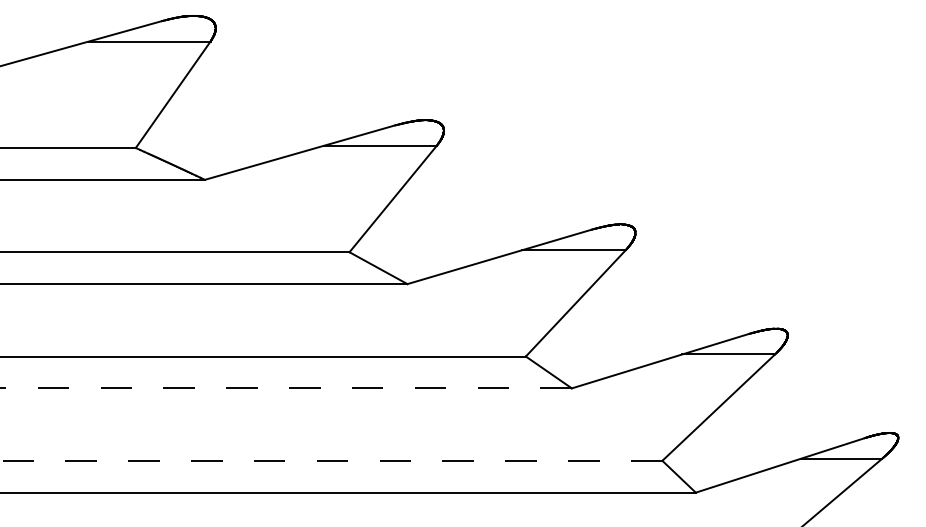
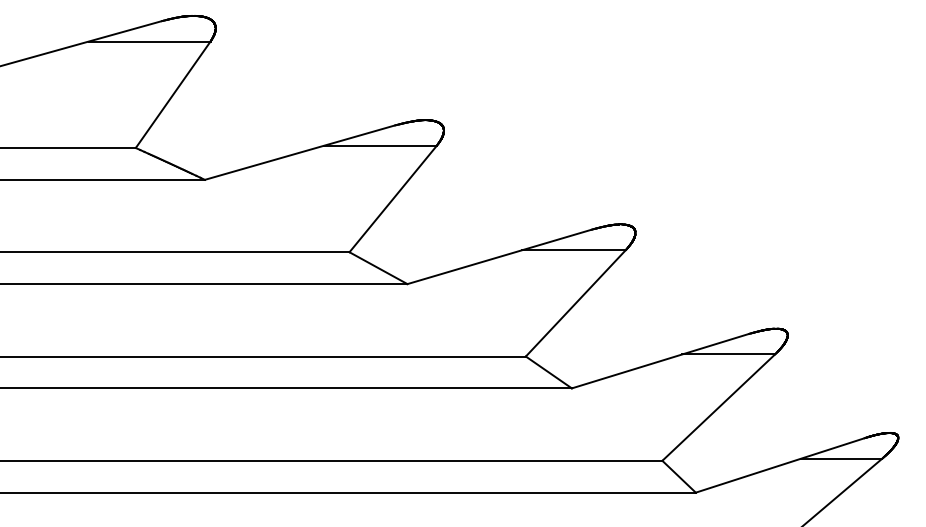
line at (285, 388): dashed -> solid
line at (331, 460): dashed -> solid
